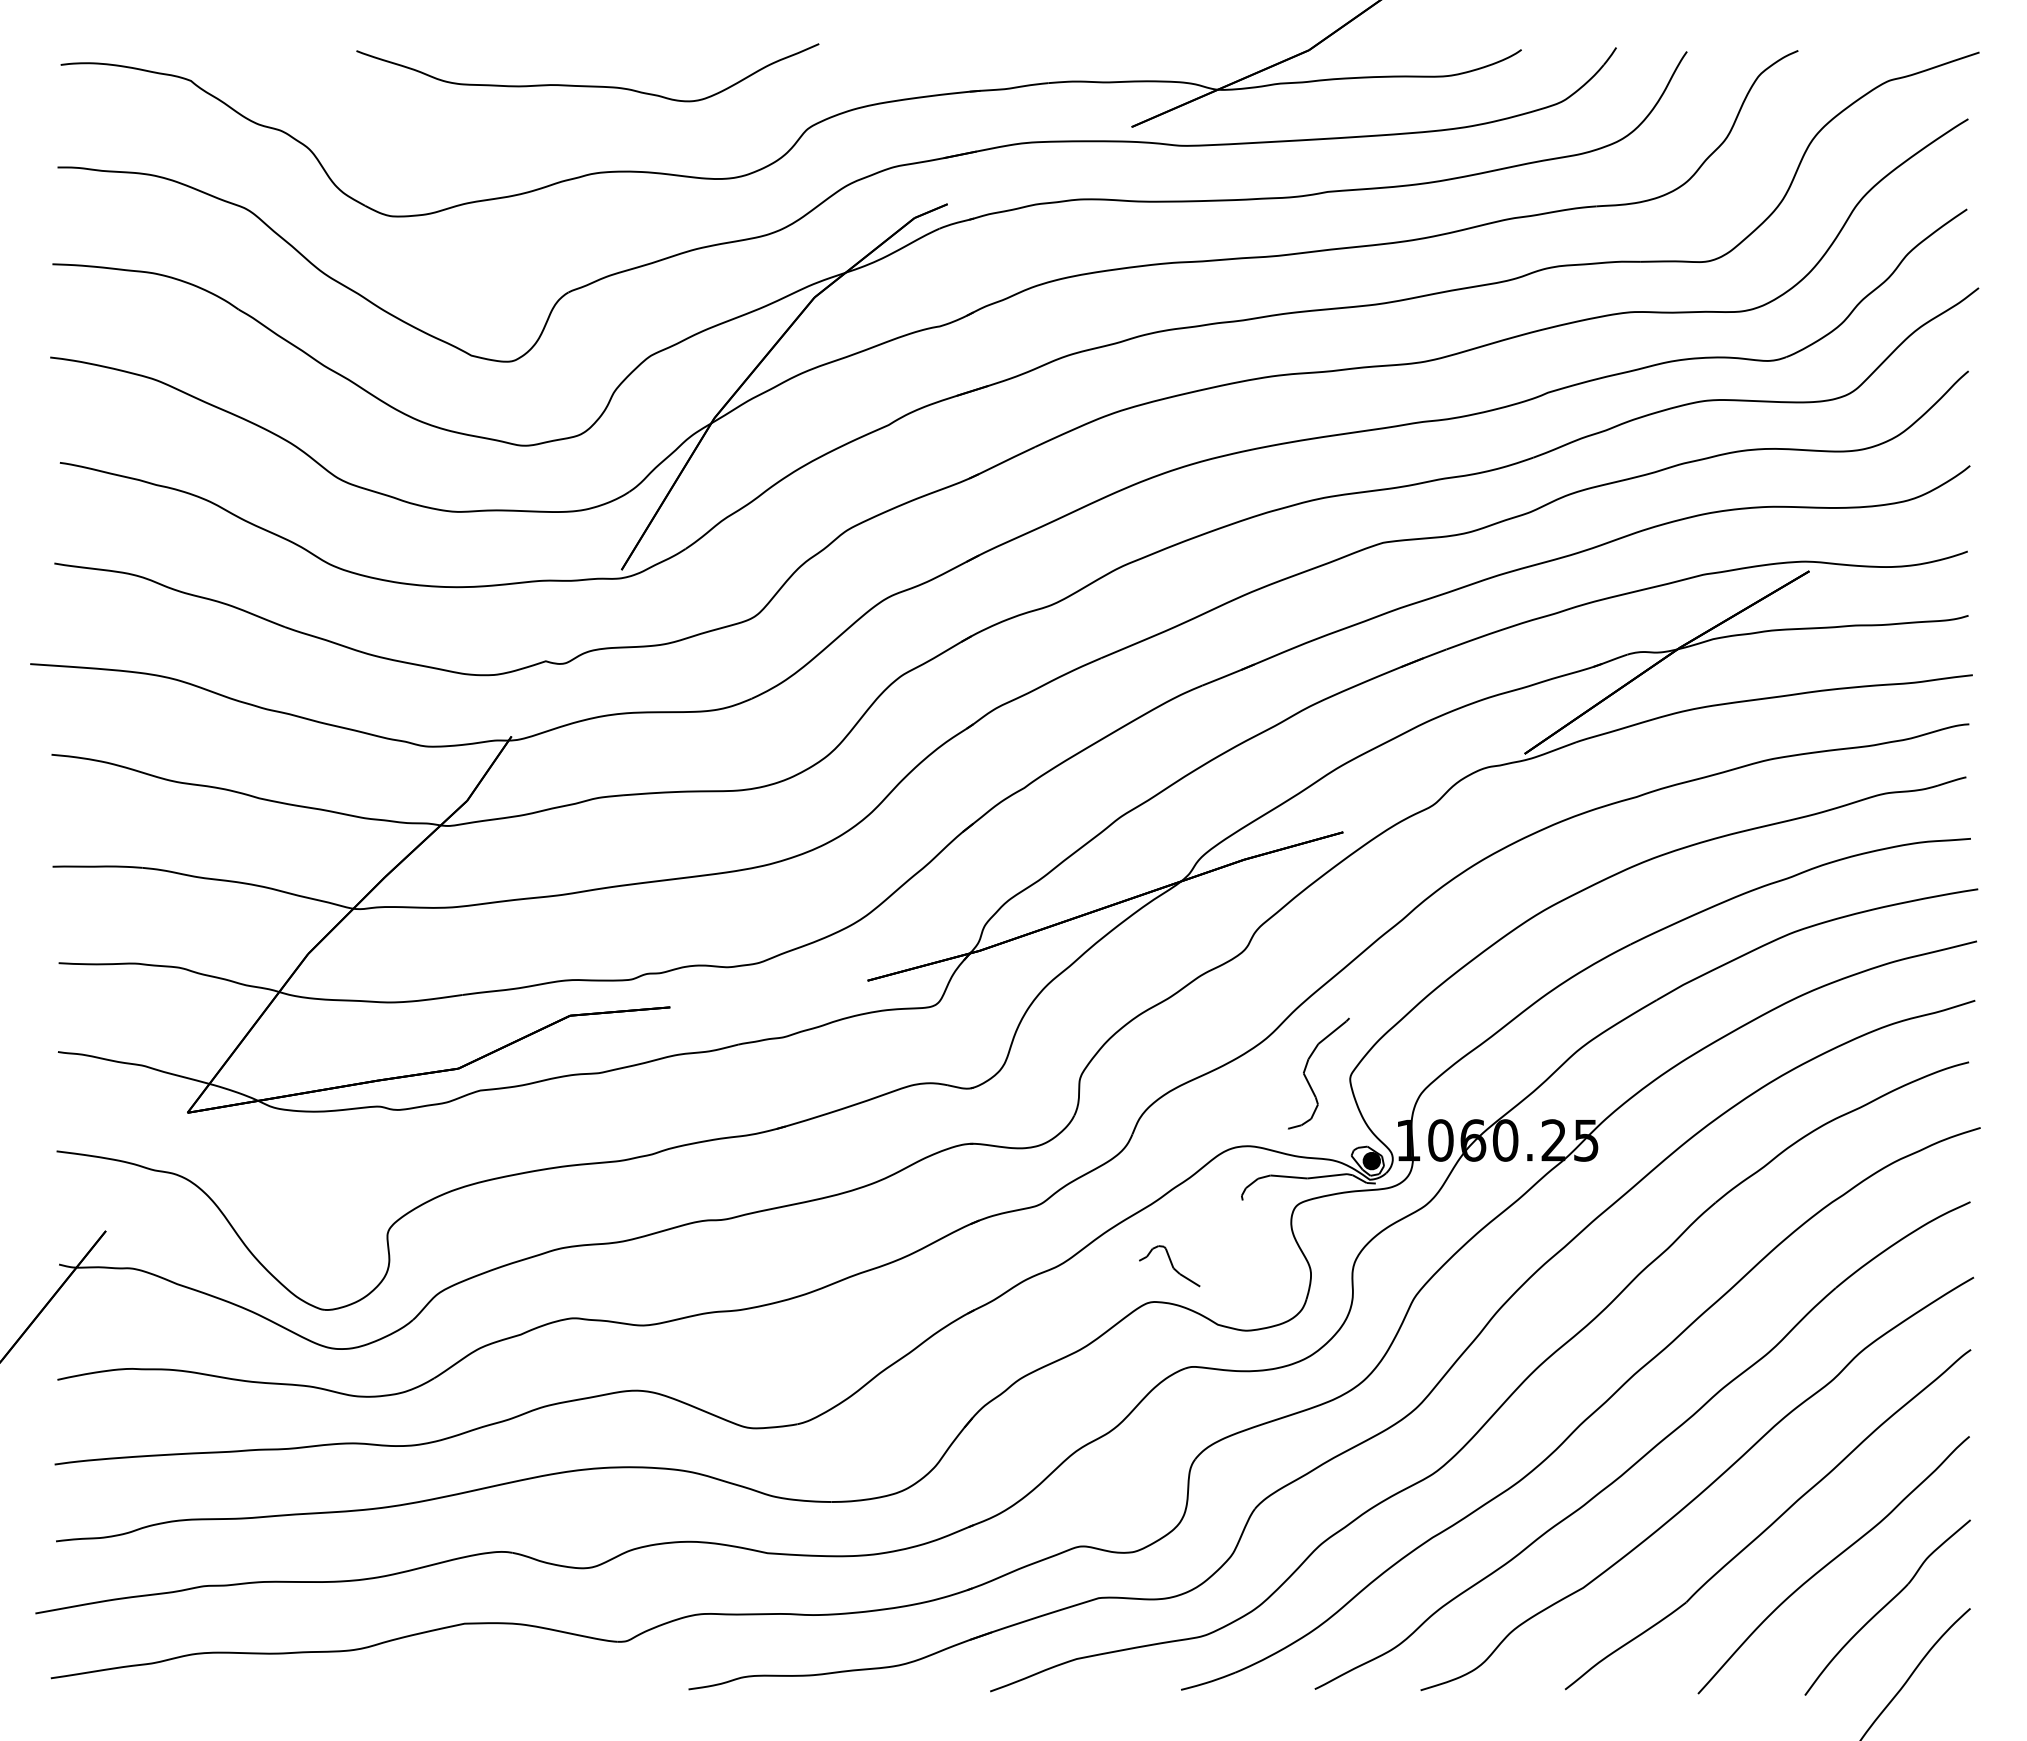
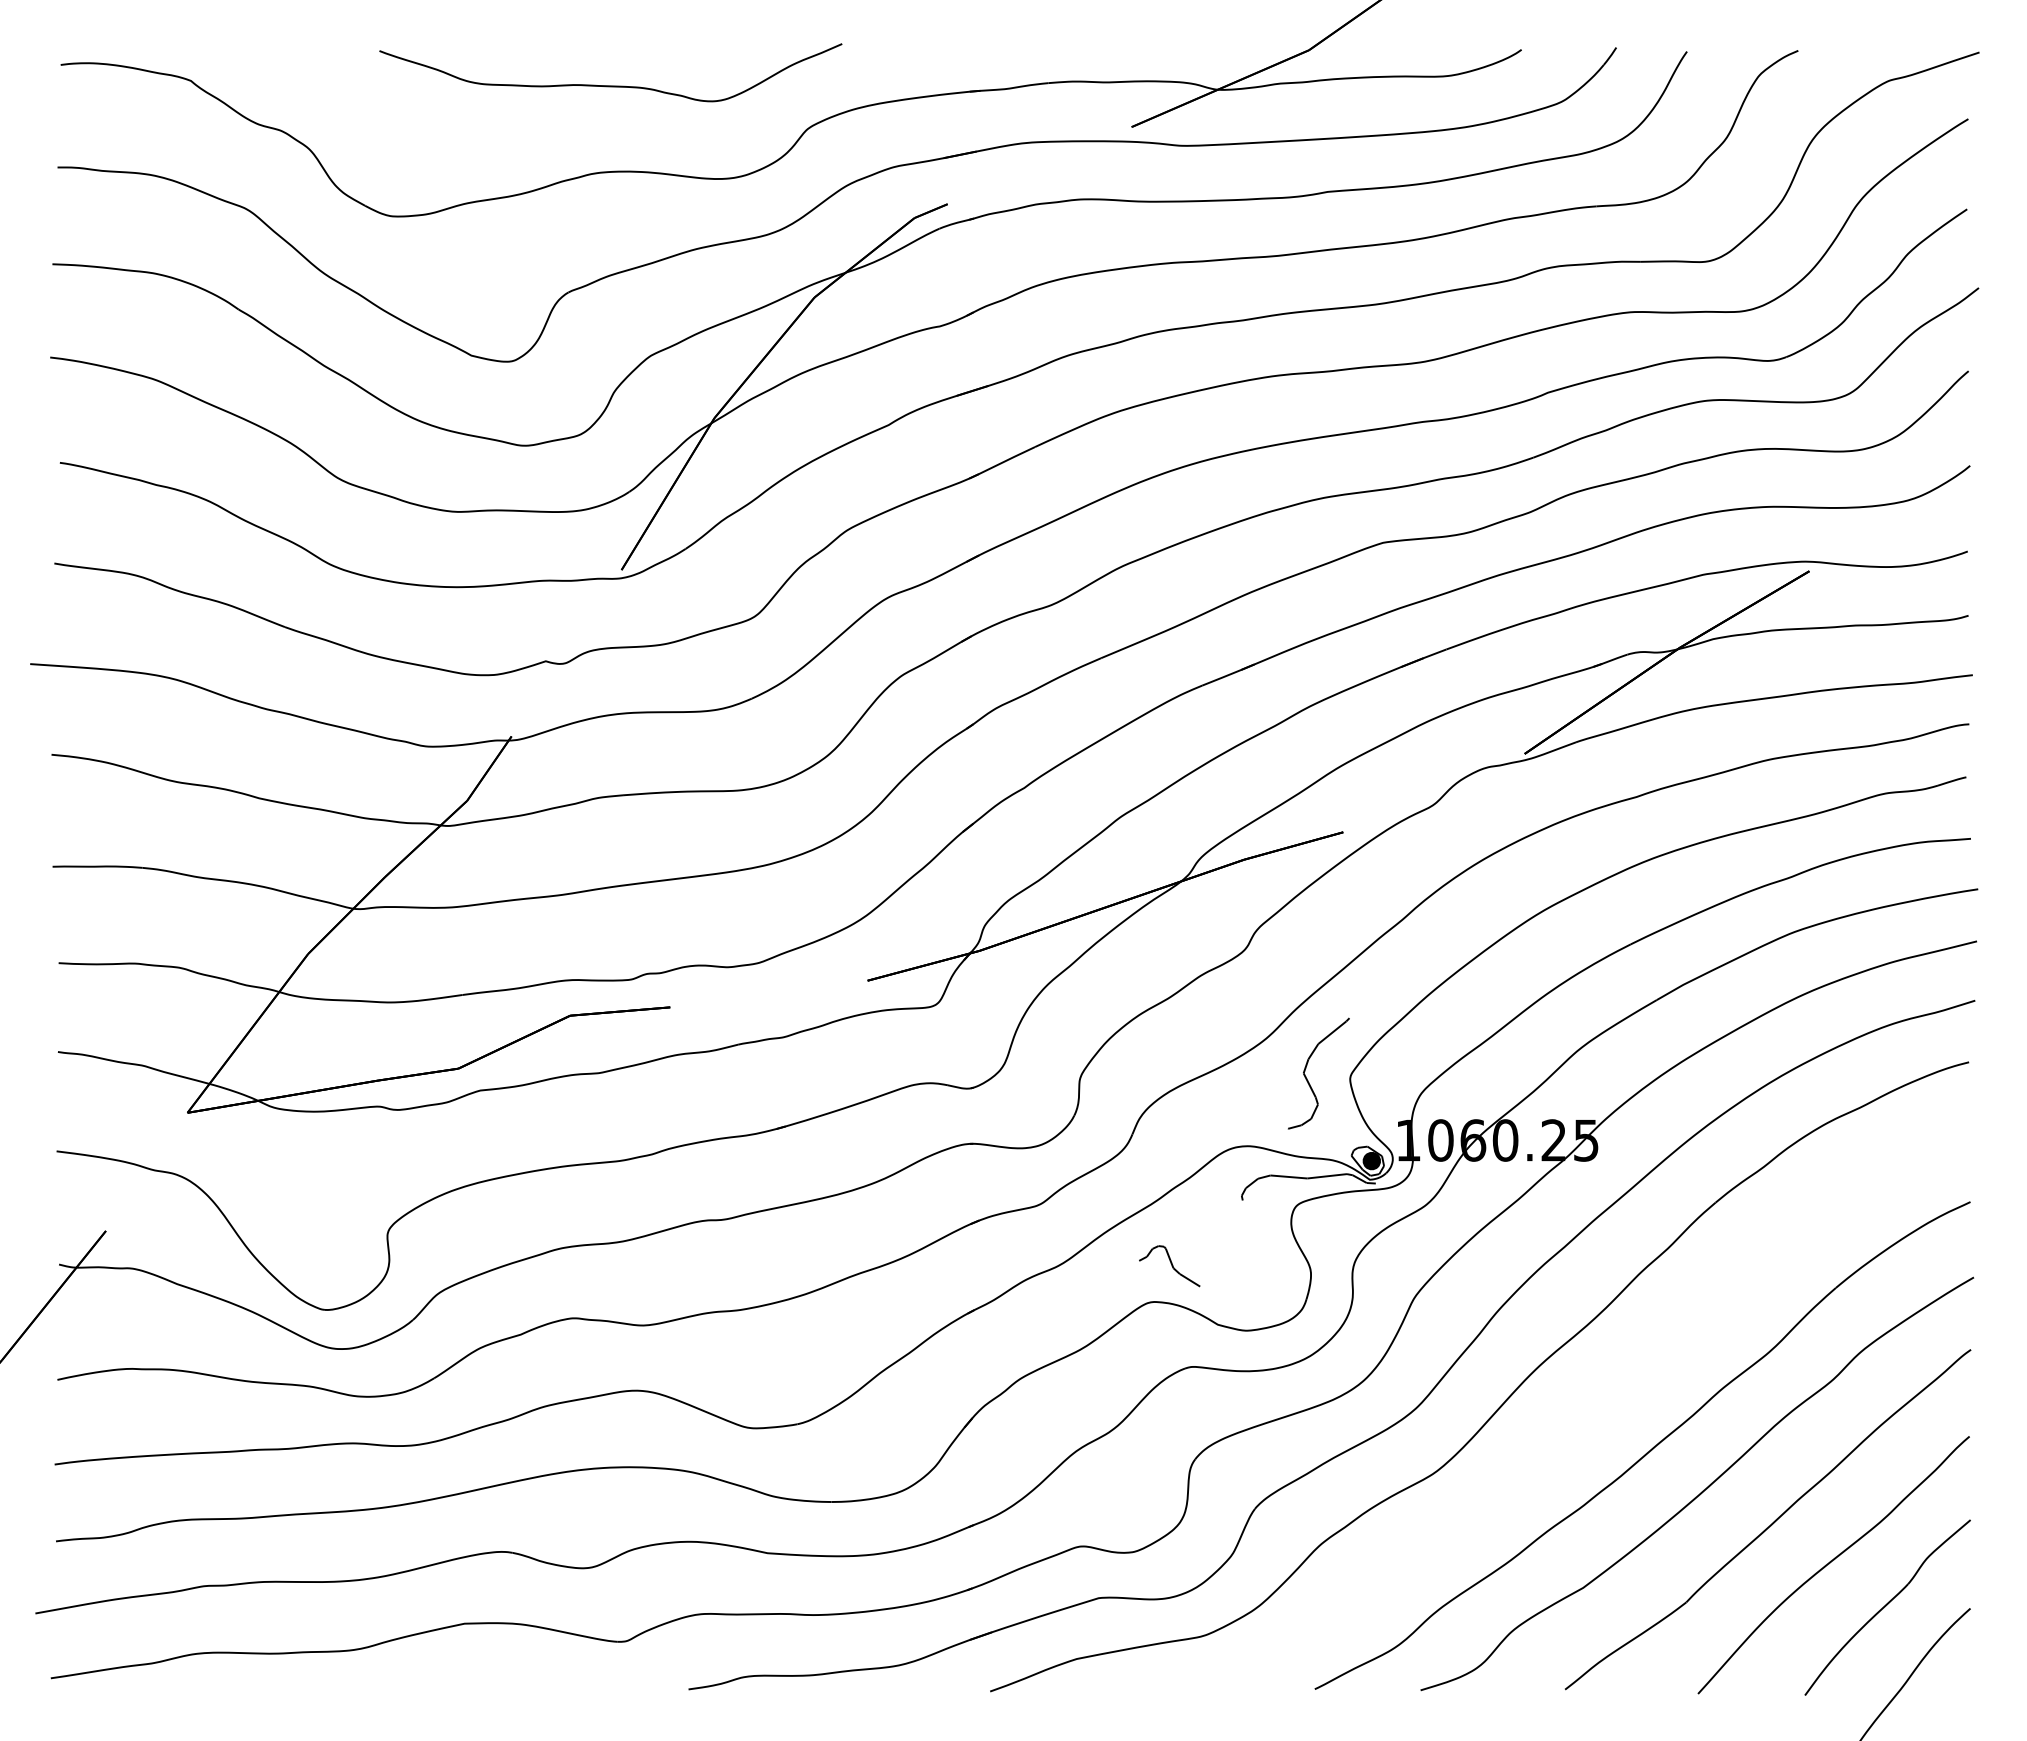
curve at (587, 85) position: (587, 85) -> (610, 85)
part at (1586, 1417): present -> none
